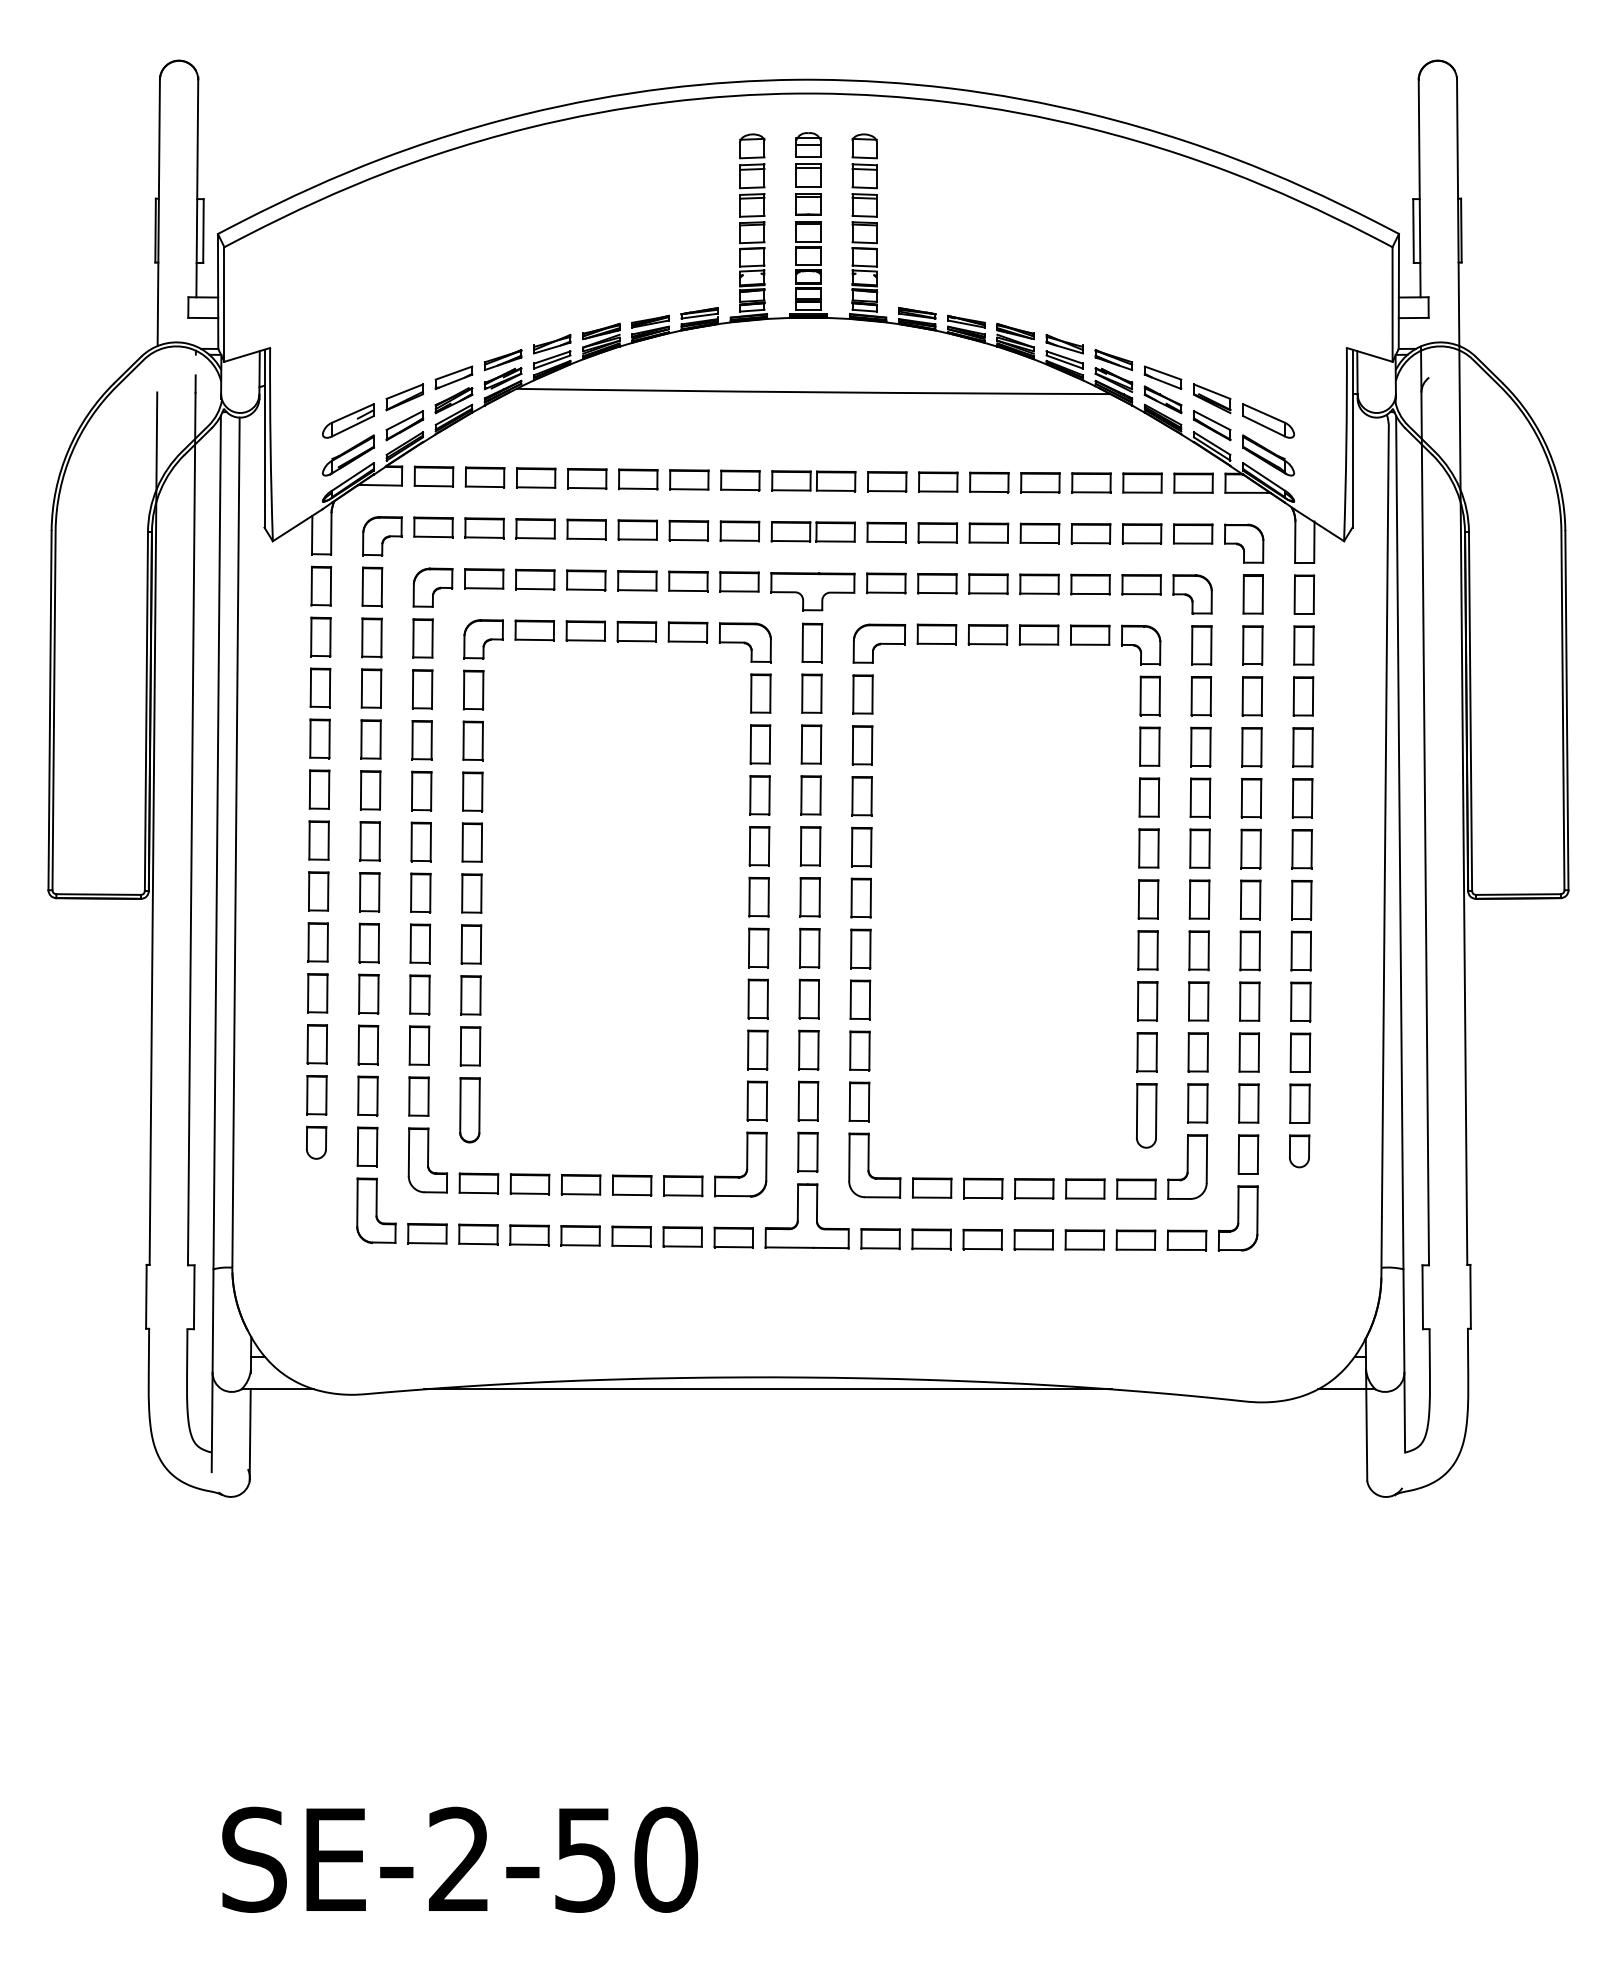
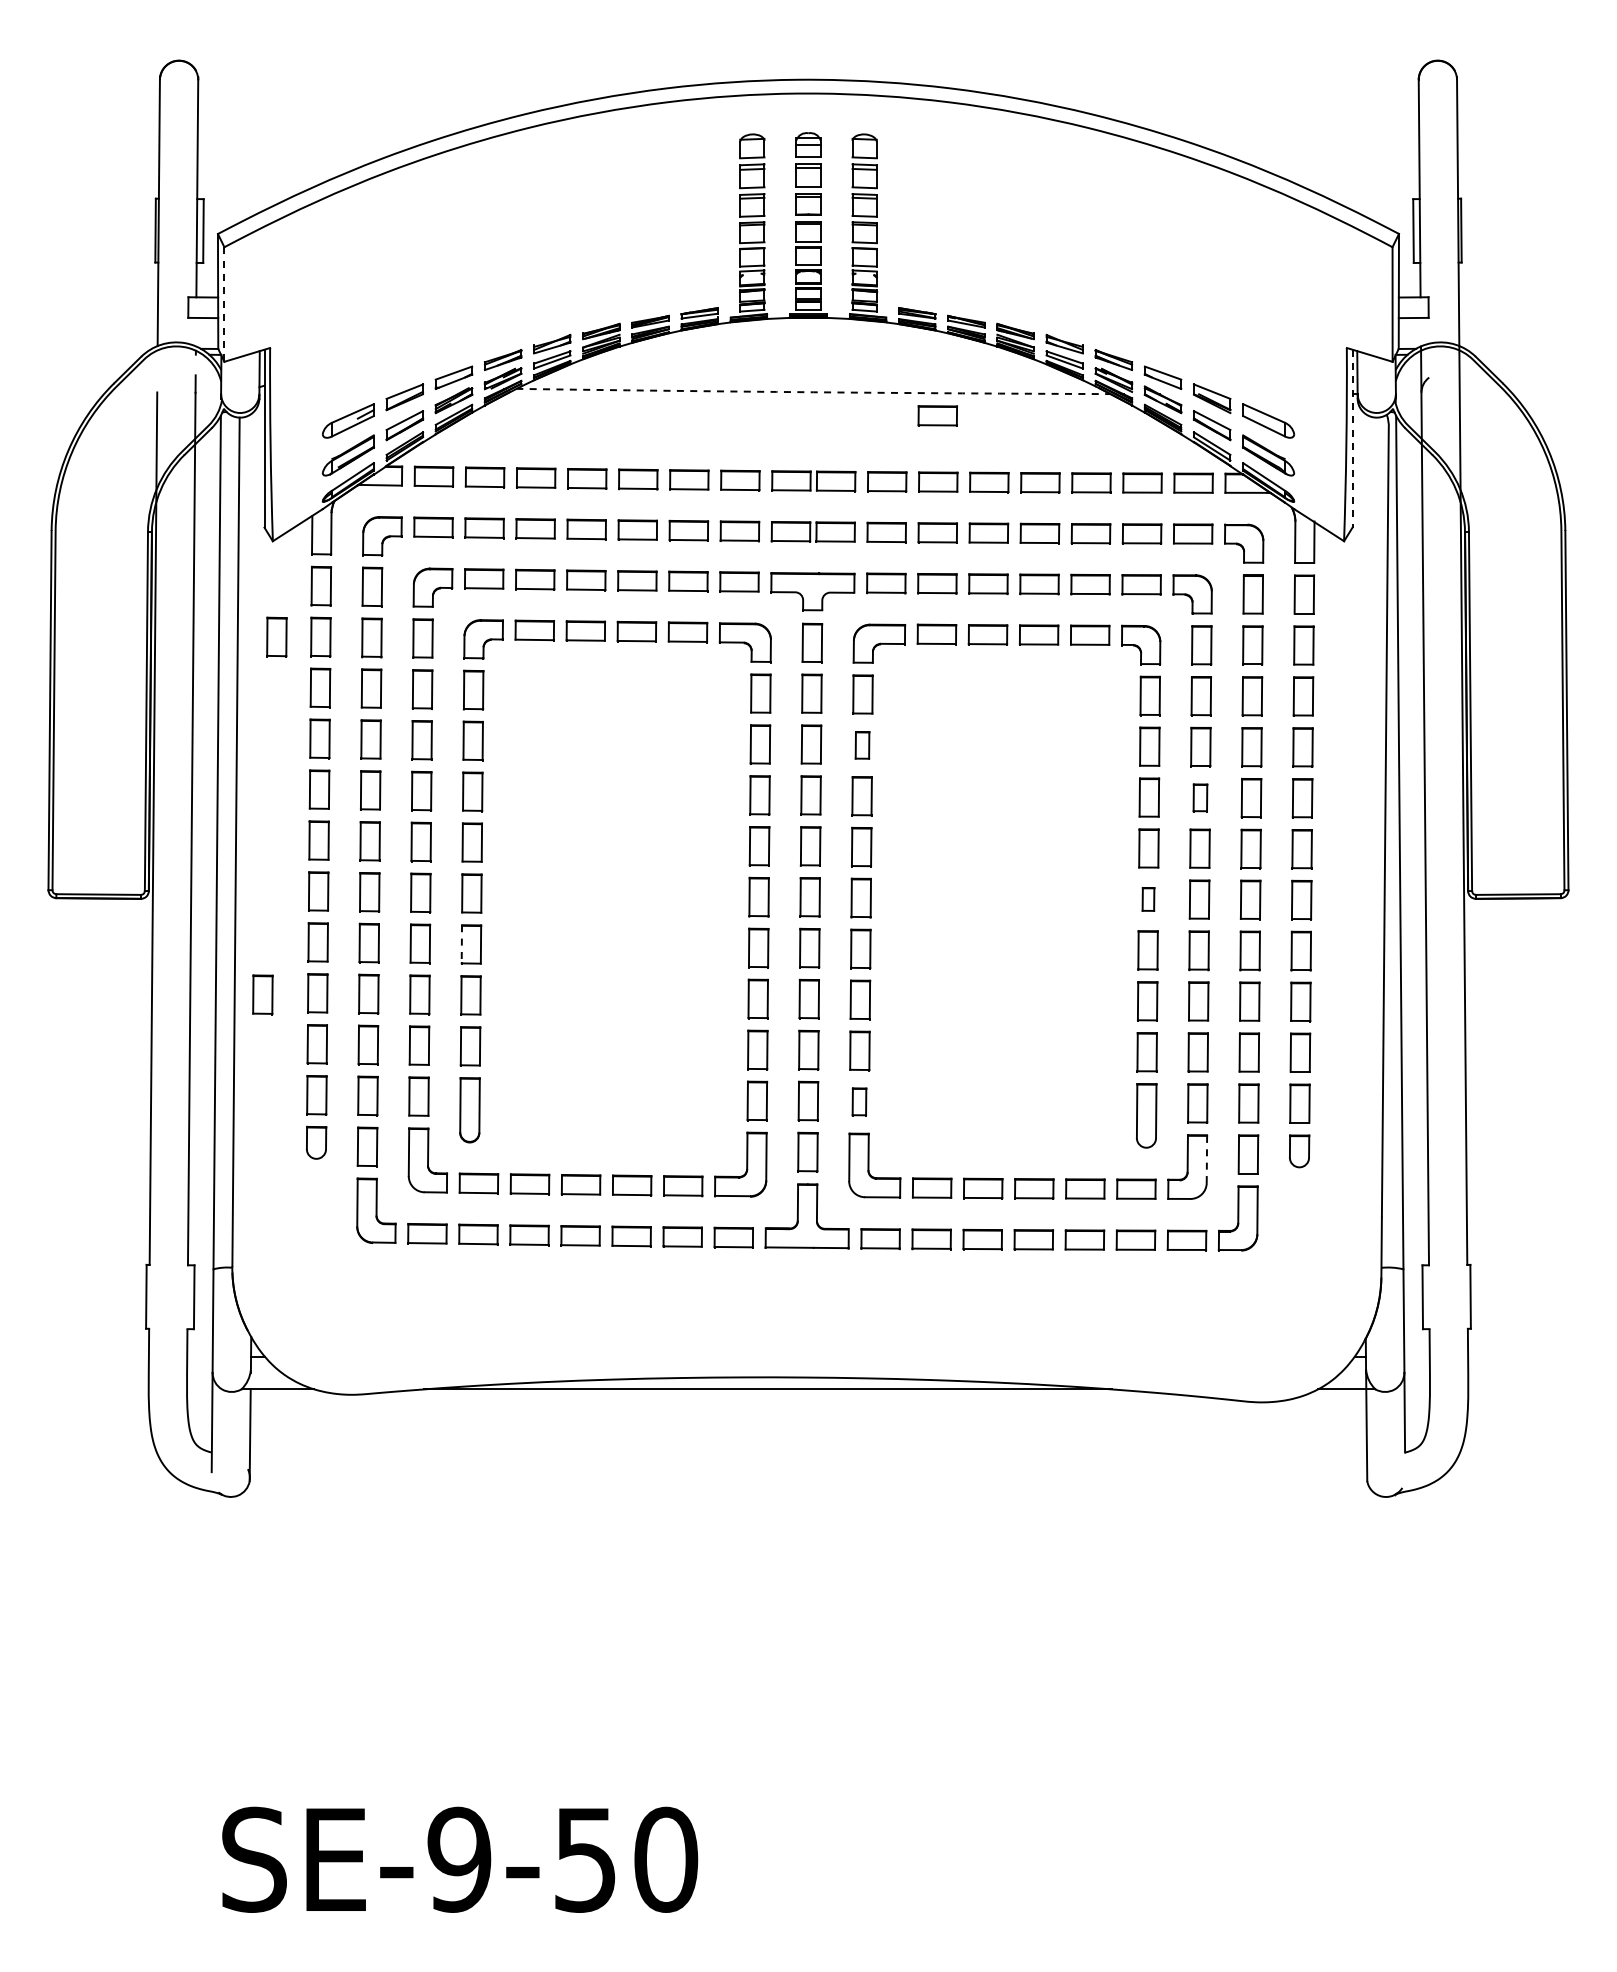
line at (224, 305): solid -> dashed
arc at (813, 392): solid -> dashed
part at (937, 415): none -> present
line at (1352, 439): solid -> dashed
part at (276, 636): none -> present
part at (862, 745) size: 23x41 px -> 17x29 px
part at (1200, 797) size: 23x42 px -> 17x30 px
part at (1148, 899) size: 23x41 px -> 15x25 px
line at (461, 944): solid -> dashed
part at (262, 994): none -> present
part at (859, 1101) size: 23x42 px -> 17x30 px
line at (1206, 1159): solid -> dashed
text at (459, 1859): SE-2-50 -> SE-9-50
